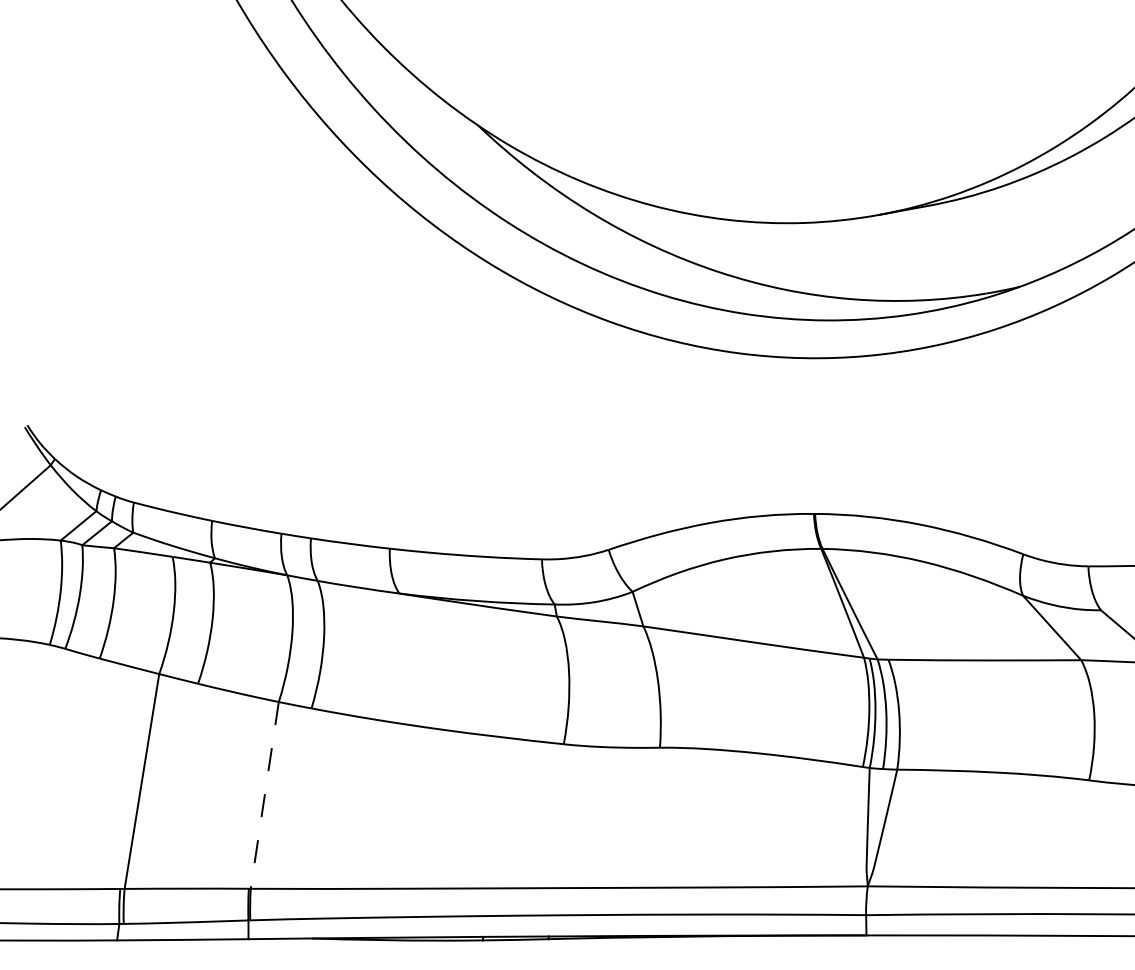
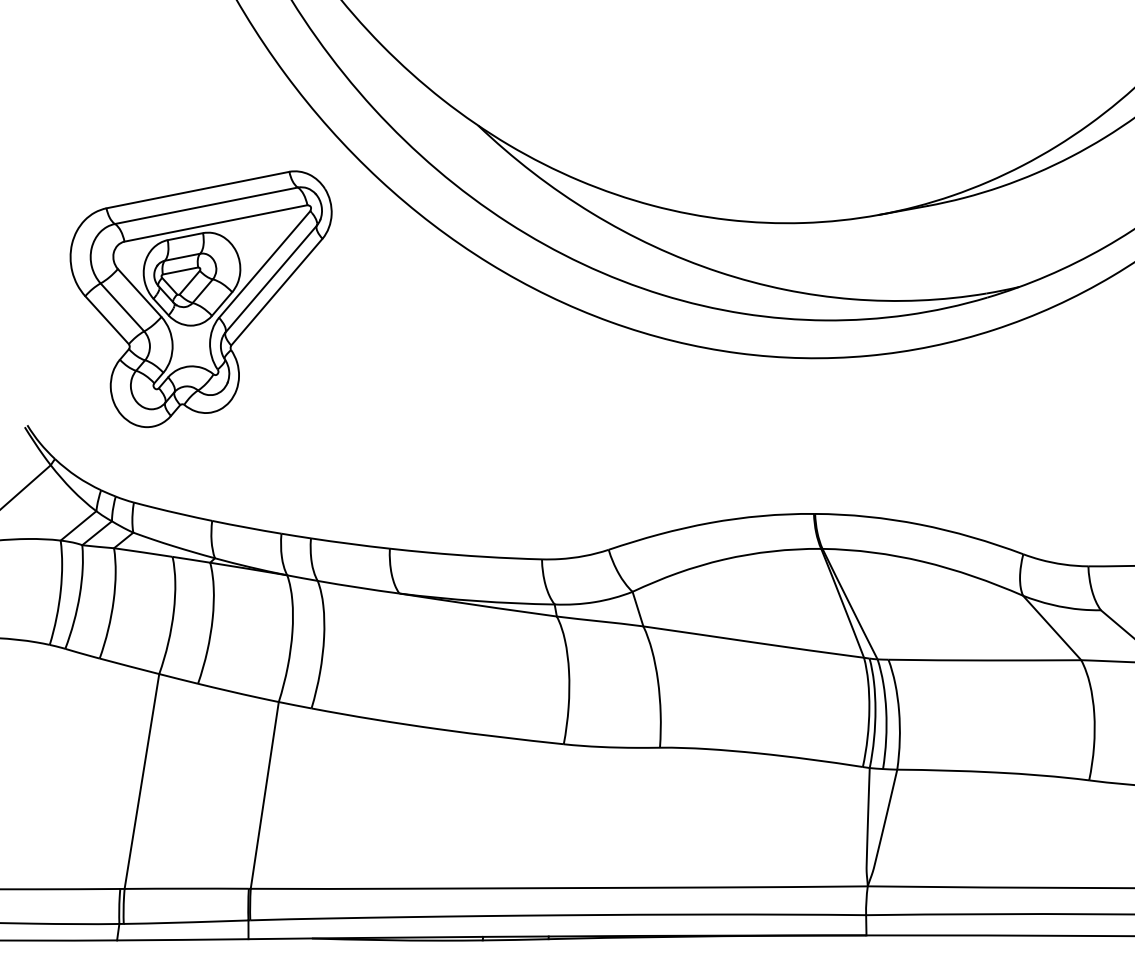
part at (200, 299): none -> present
line at (264, 795): dashed -> solid
